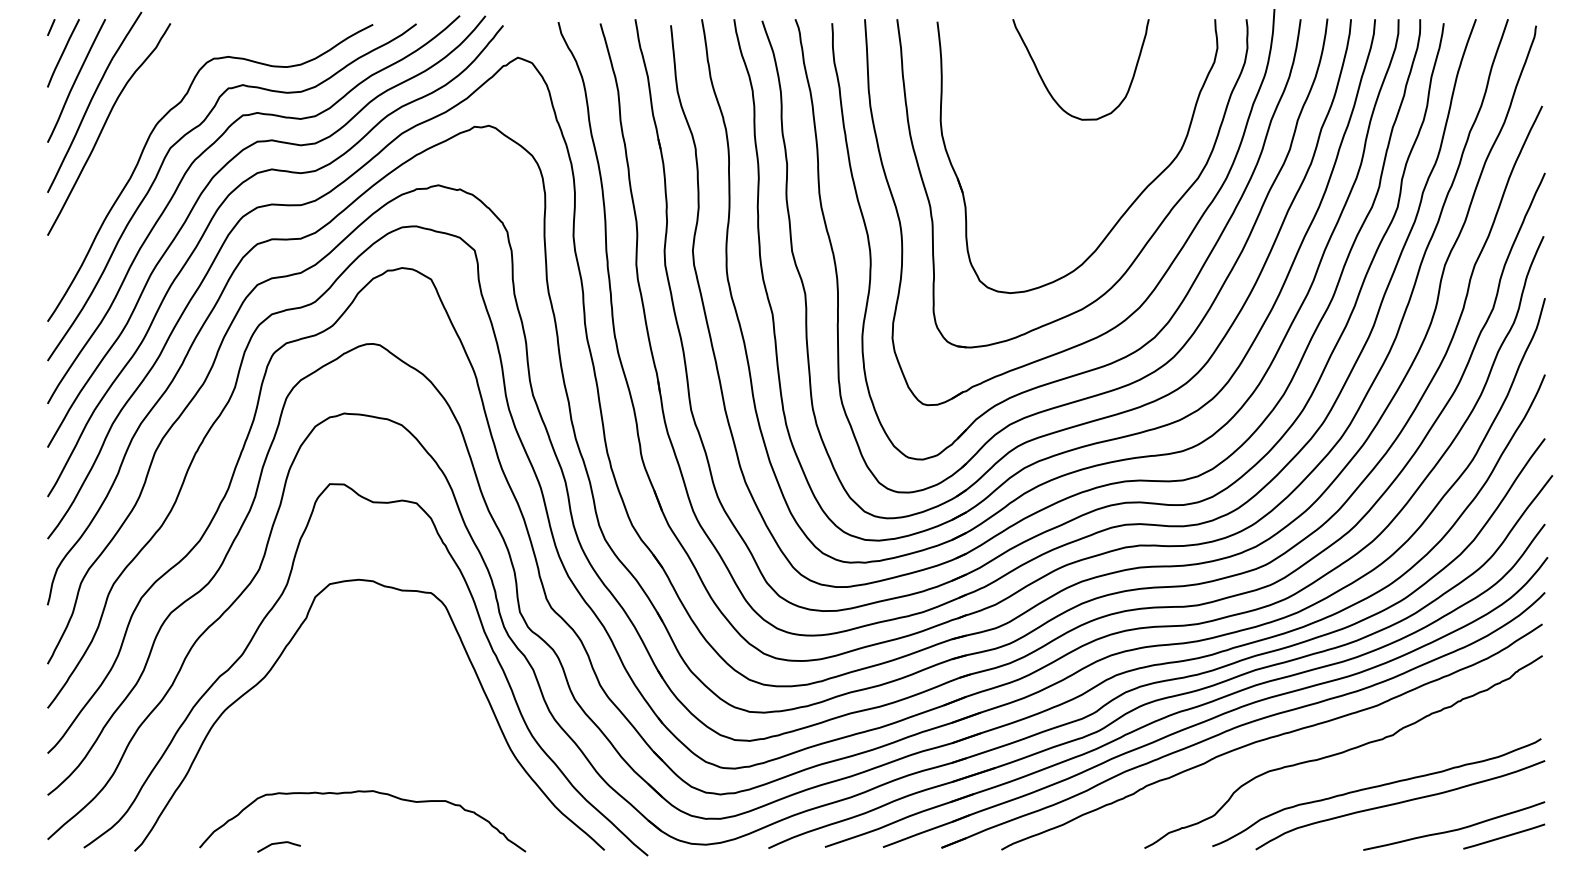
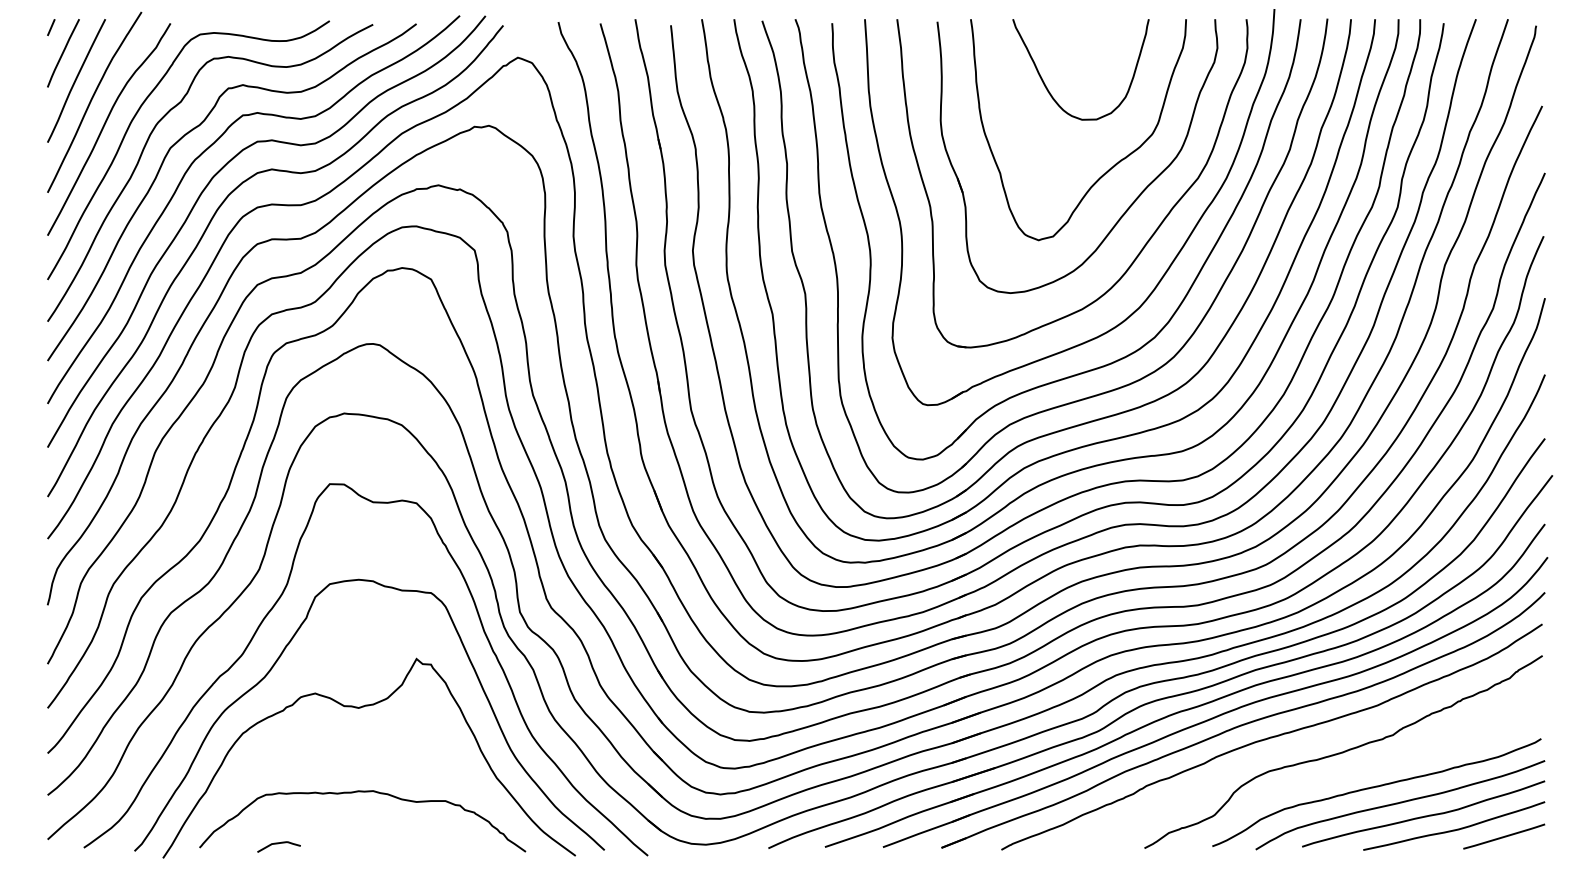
curve at (135, 117): none -> present
curve at (1110, 167): none -> present
curve at (360, 708): none -> present
curve at (1424, 815): none -> present
